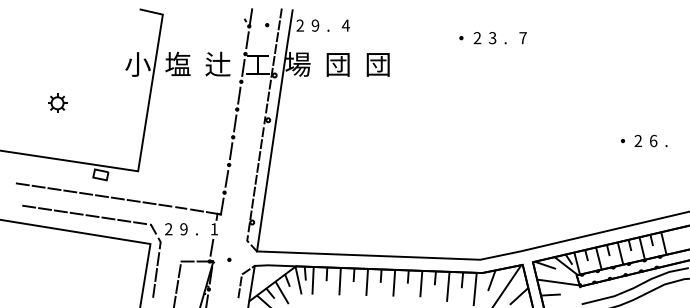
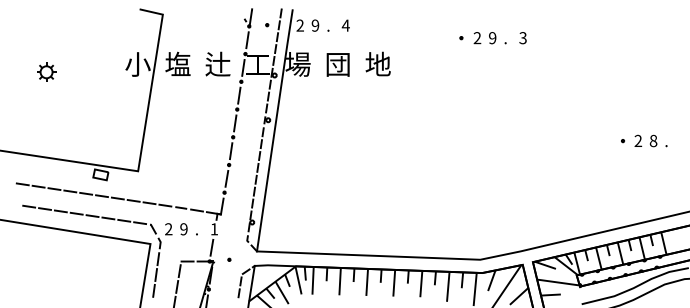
text at (492, 38): 3 -> 9
text at (522, 38): 7 -> 3
text at (377, 63): 団 -> 地
part at (57, 102) position: (57, 102) -> (46, 71)
text at (653, 140): 6 -> 8
